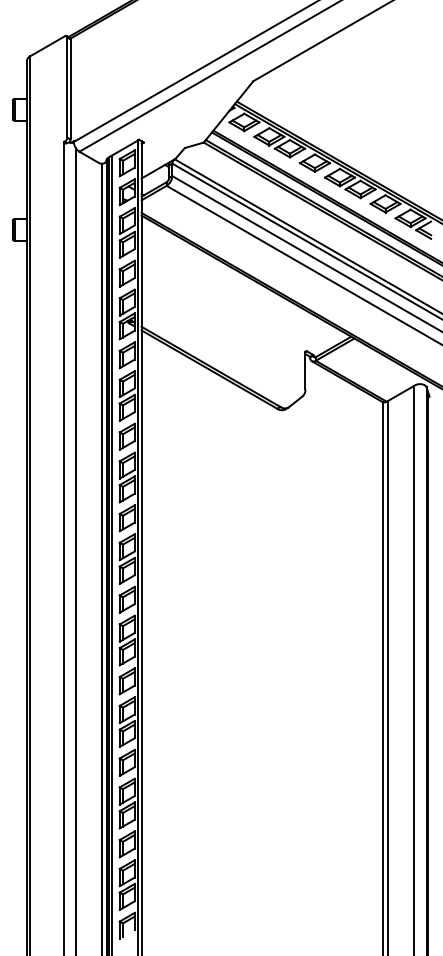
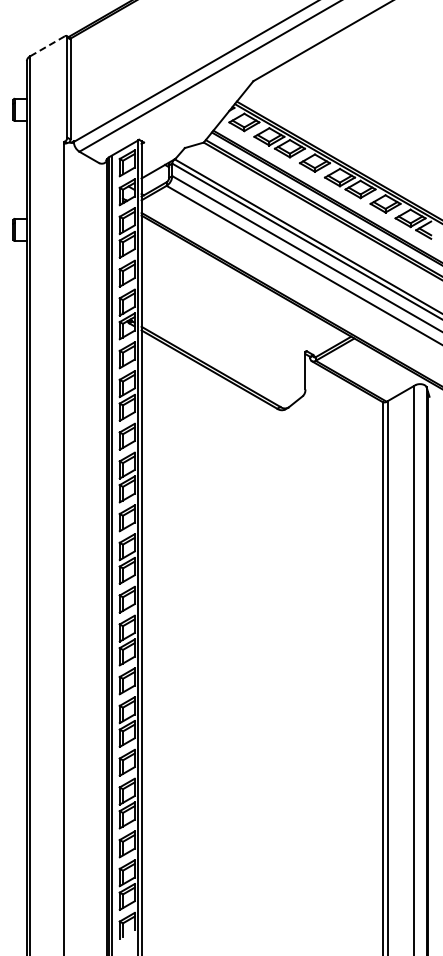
line at (48, 46): solid -> dashed
line at (75, 549): present -> none
line at (102, 557): present -> none
